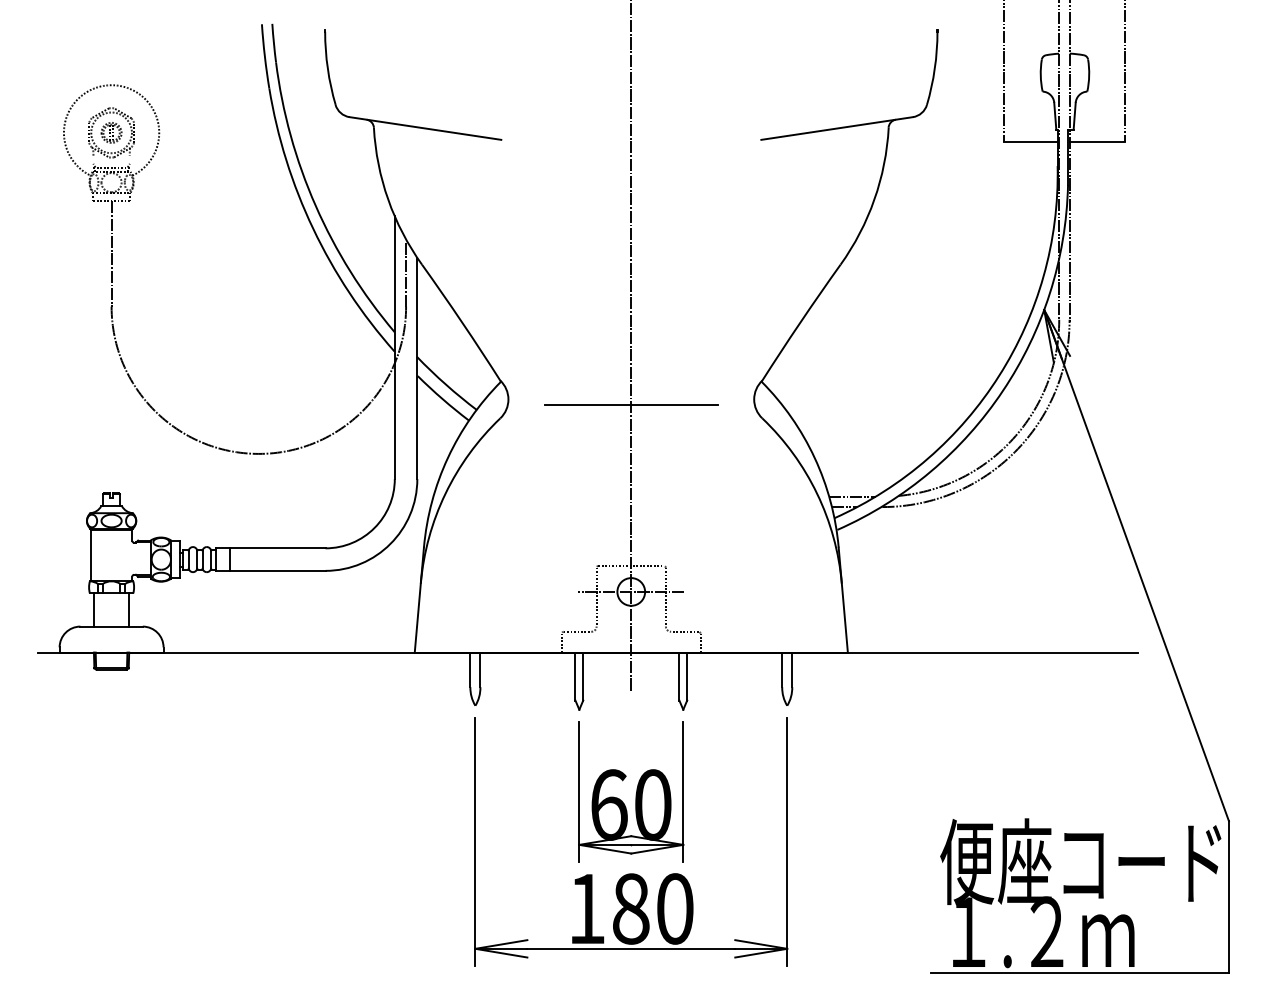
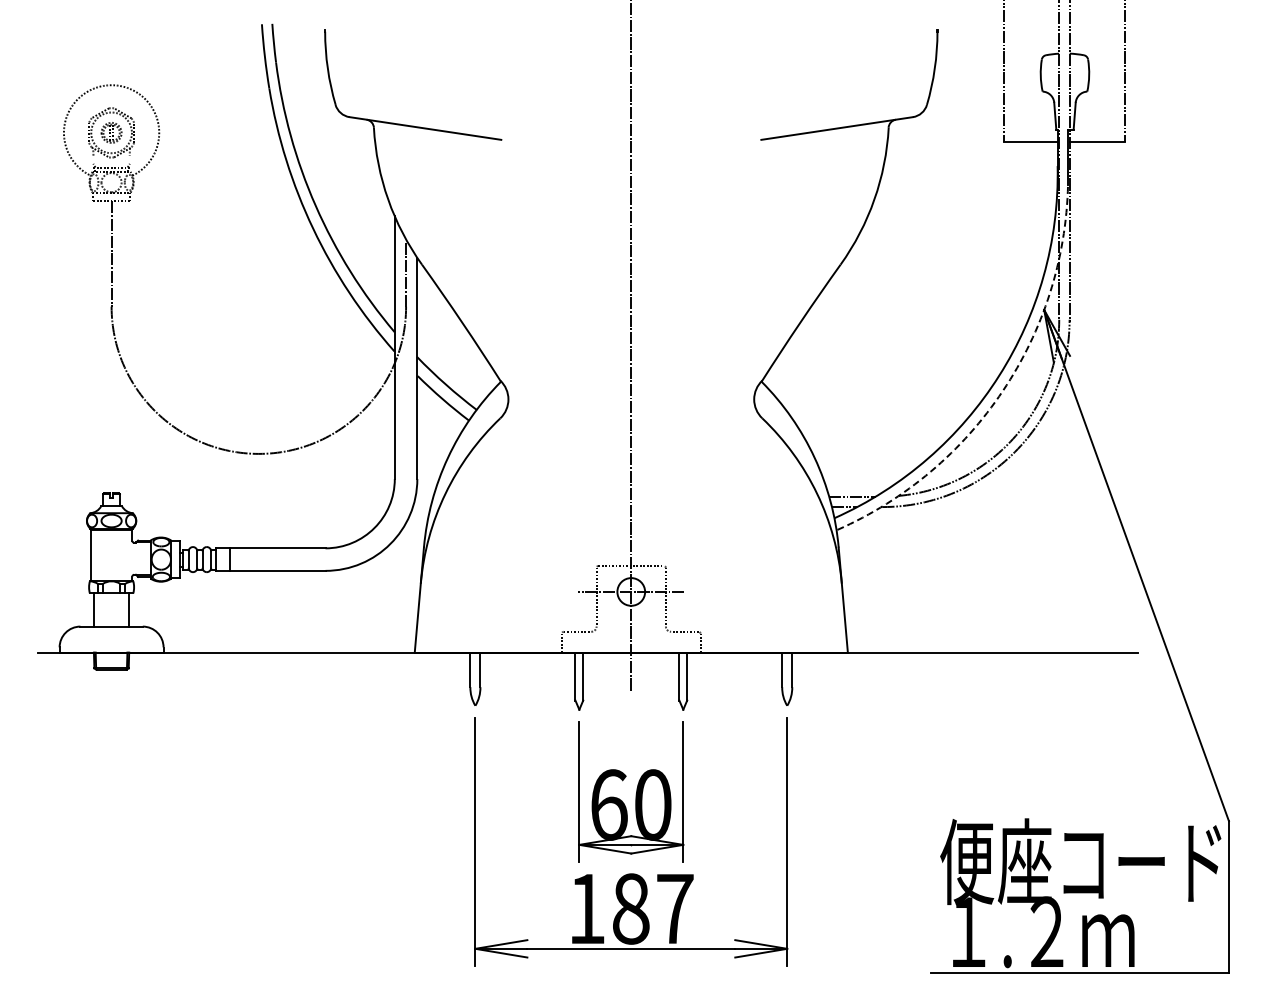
arc at (1002, 390): solid -> dashed
line at (630, 404): present -> none
text at (675, 908): 180 -> 187
